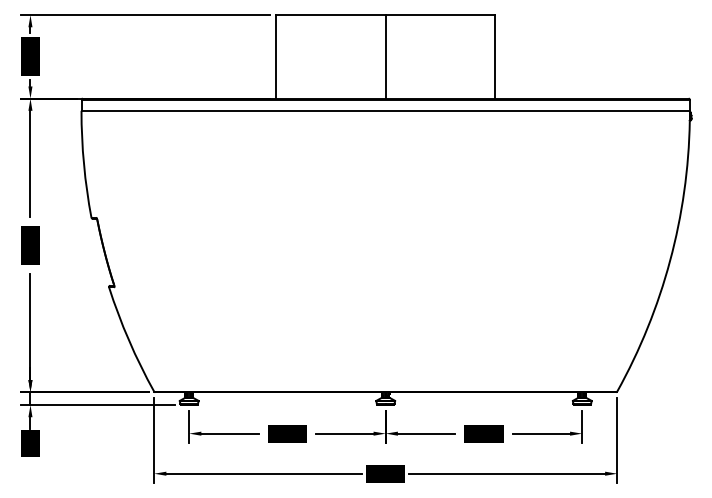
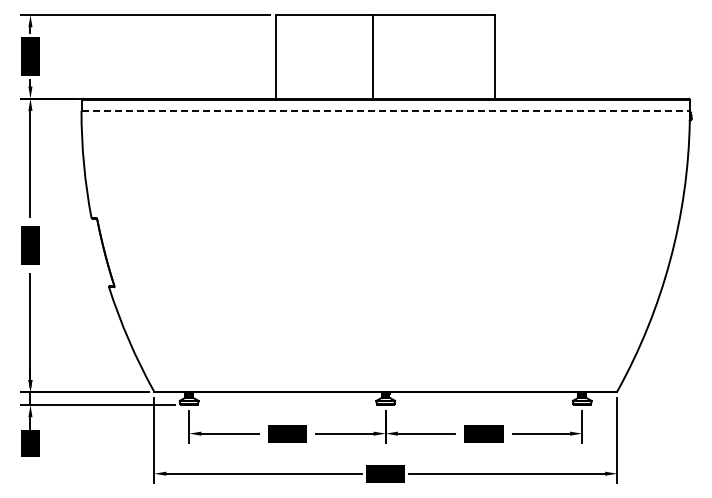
line at (385, 56) position: (385, 56) -> (372, 56)
line at (386, 110): solid -> dashed
